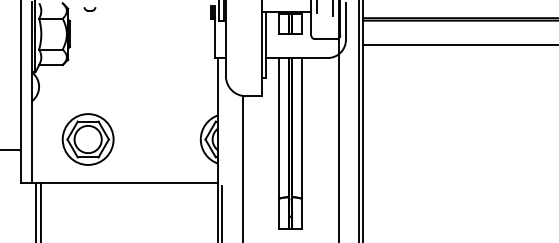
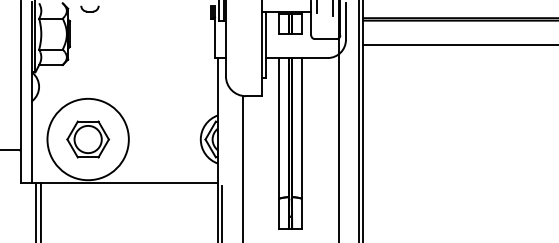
part at (89, 9) size: 14x5 px -> 20x8 px
circle at (87, 139) diameter: 51 px -> 81 px
